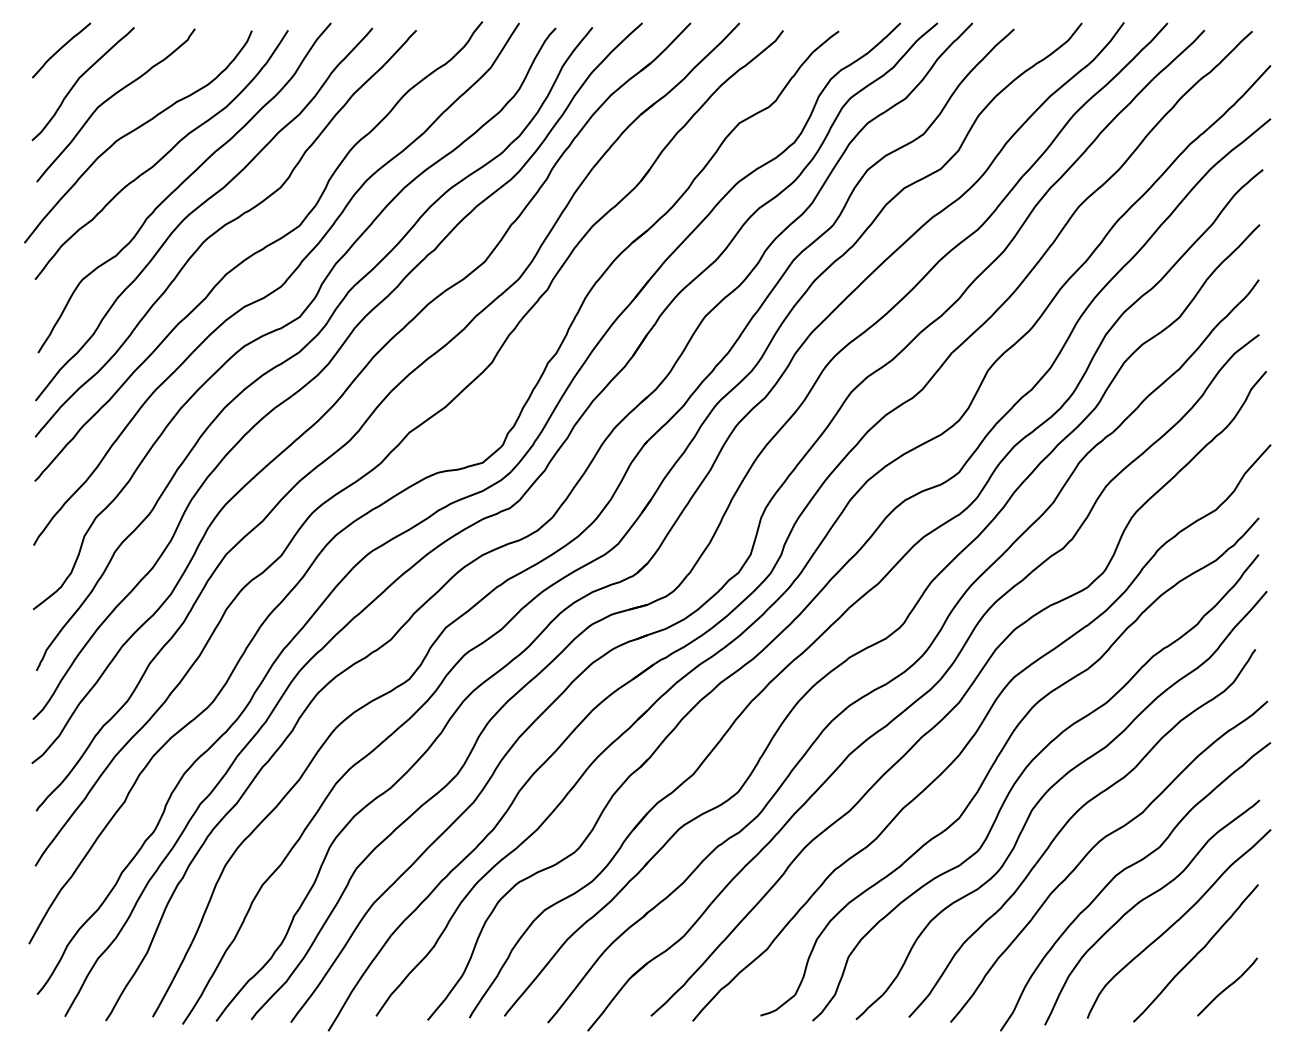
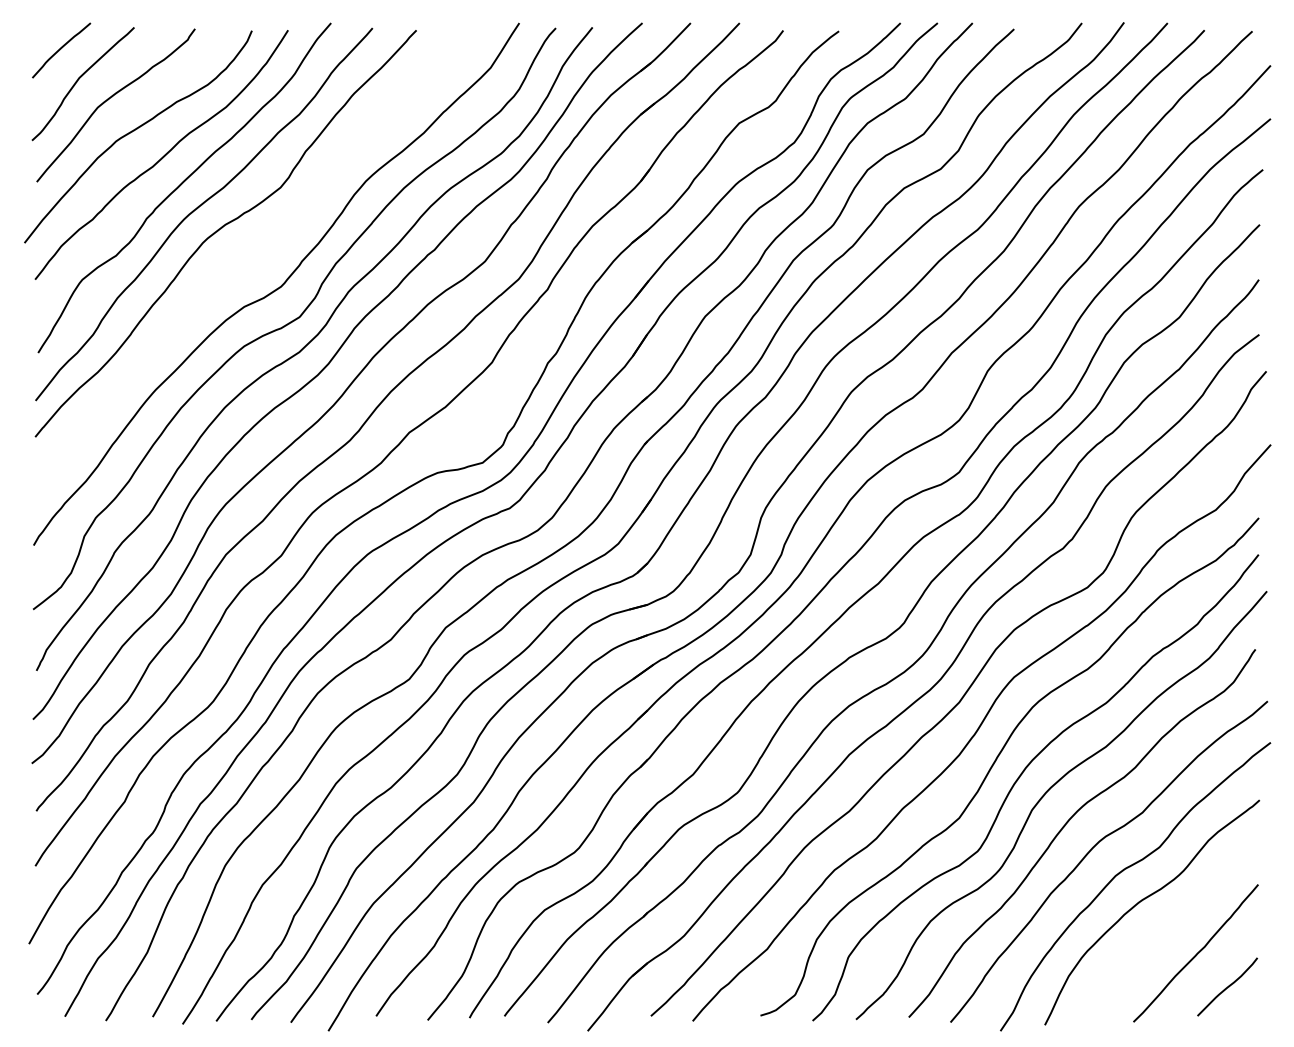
curve at (258, 251): present -> none
curve at (1178, 921): present -> none
